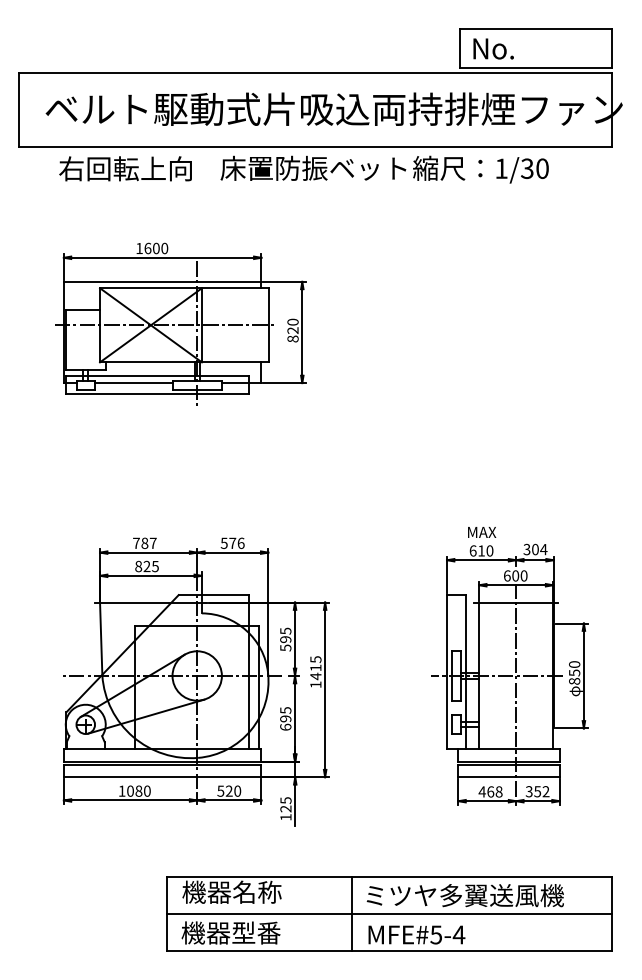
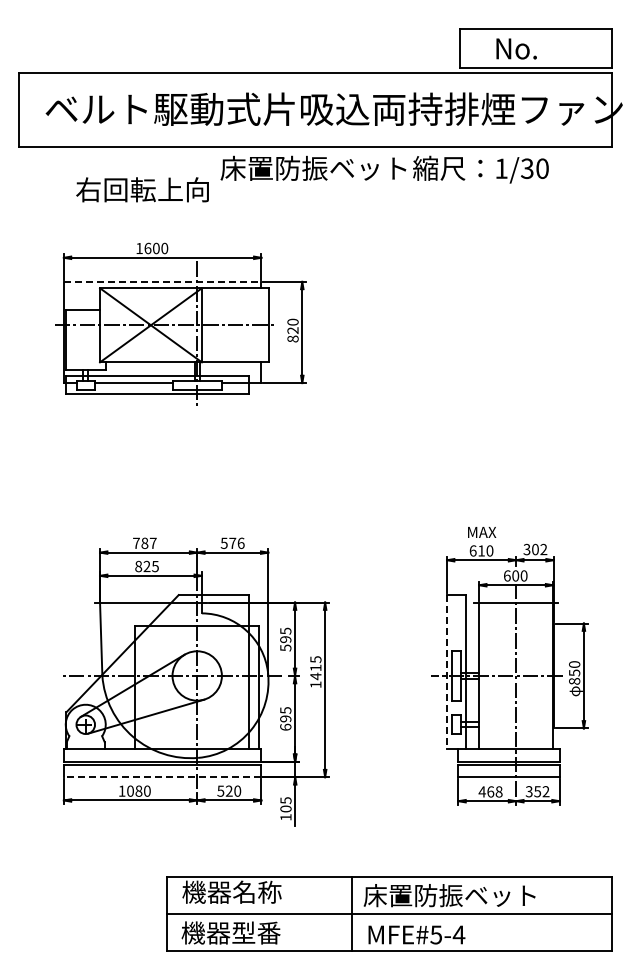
text at (493, 48) position: (493, 48) -> (516, 48)
text at (125, 168) position: (125, 168) -> (142, 189)
line at (162, 281): solid -> dashed
text at (543, 549): 304 -> 302
line at (447, 672): solid -> dashed
line at (162, 777): solid -> dashed
text at (285, 808): 125 -> 105
text at (463, 895): ミツヤ多翼送風機 -> 床置防振ベット
